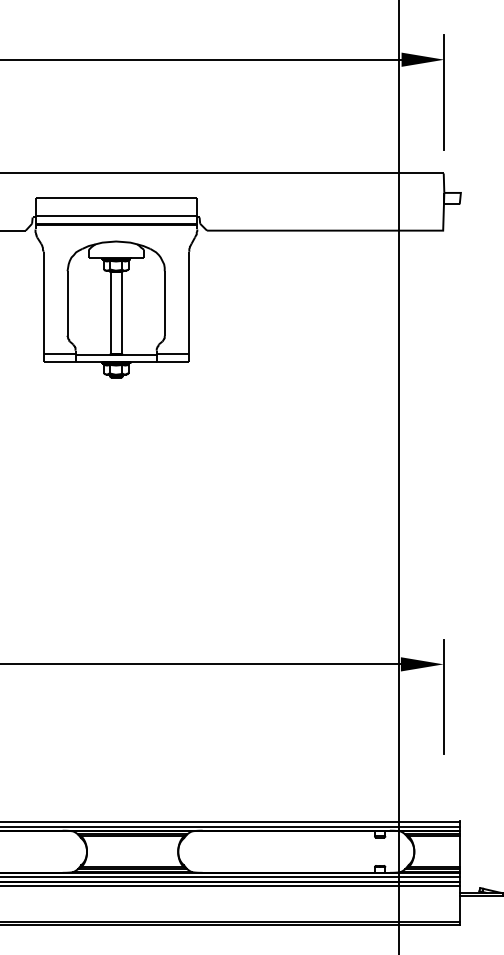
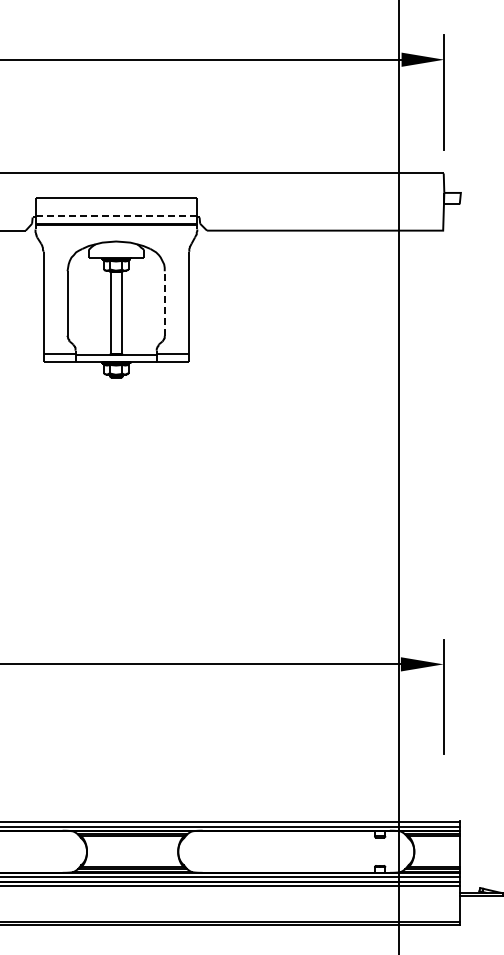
line at (116, 215): solid -> dashed
line at (164, 303): solid -> dashed
